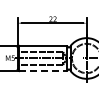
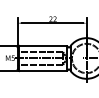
line at (43, 71): dashed -> solid
